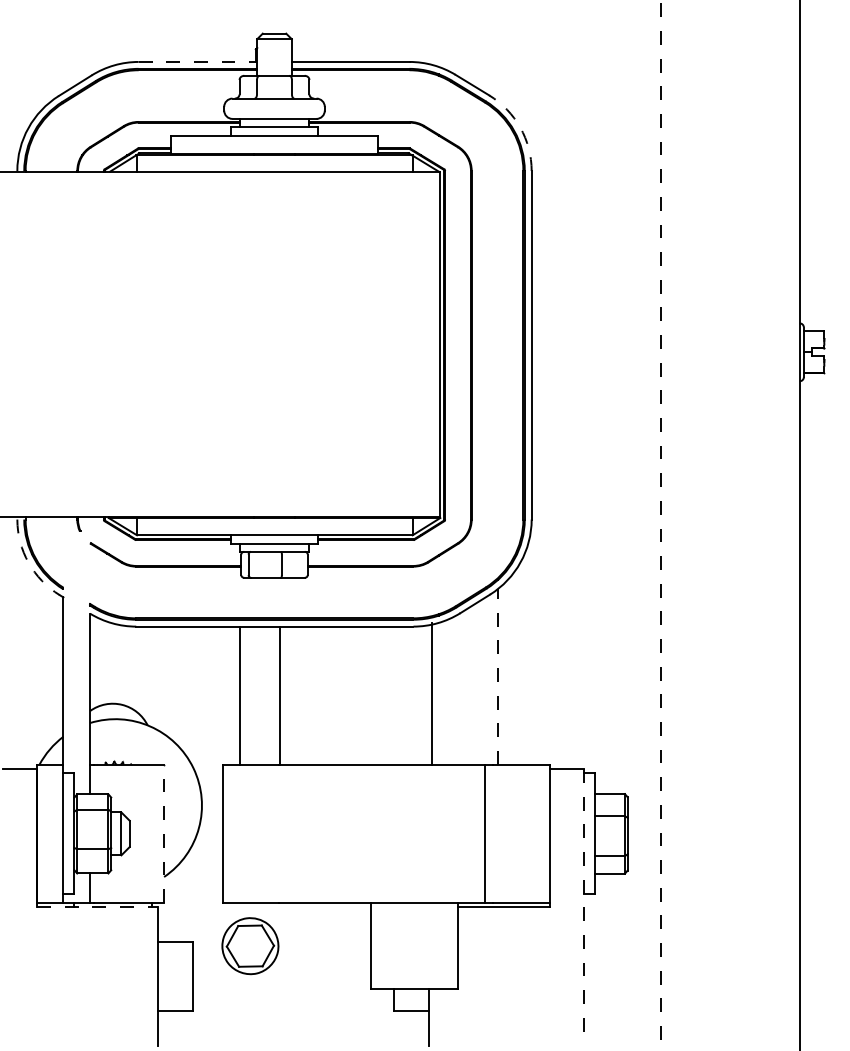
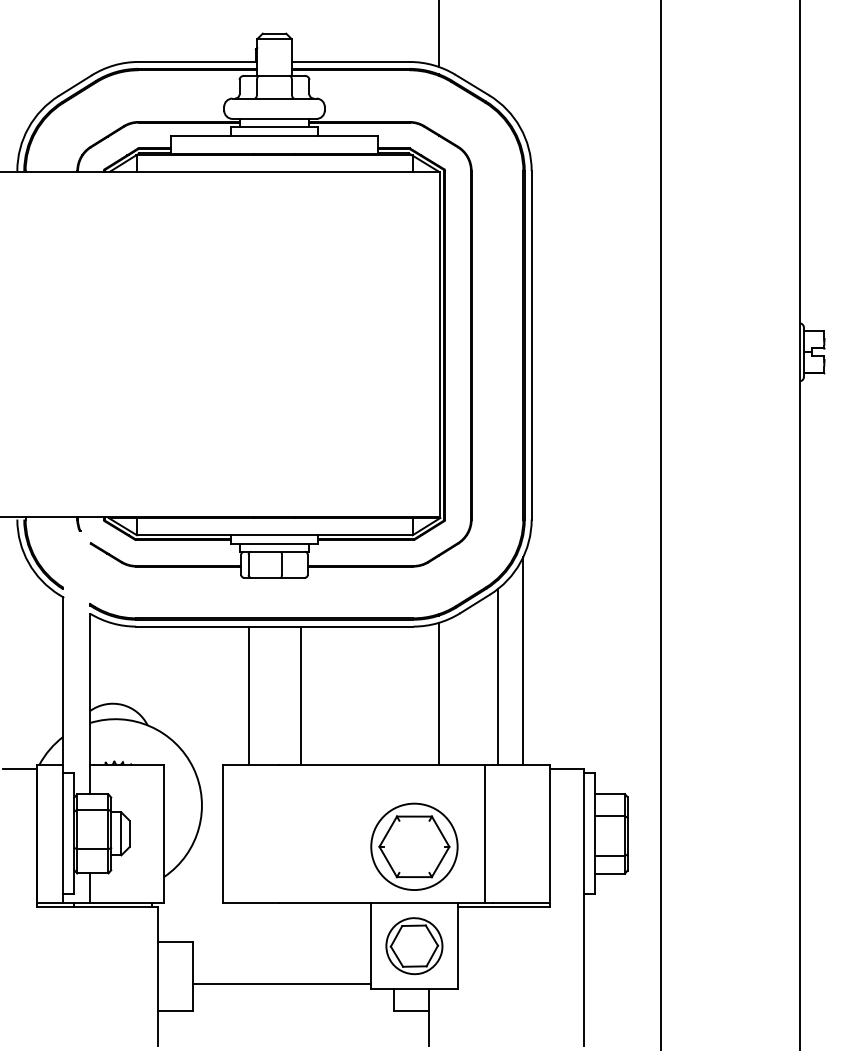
line at (438, 34): none -> present
line at (198, 61): dashed -> solid
arc at (520, 127): dashed -> solid
line at (661, 525): dashed -> solid
arc at (28, 562): dashed -> solid
line at (523, 660): none -> present
line at (497, 677): dashed -> solid
line at (431, 693) position: (431, 693) -> (438, 693)
line at (240, 695) position: (240, 695) -> (249, 695)
line at (279, 695) position: (279, 695) -> (300, 695)
line at (164, 833): dashed -> solid
part at (414, 846): none -> present
line at (98, 907): dashed -> solid
line at (584, 907): dashed -> solid
part at (250, 946) position: (250, 946) -> (414, 946)
line at (281, 984): none -> present
